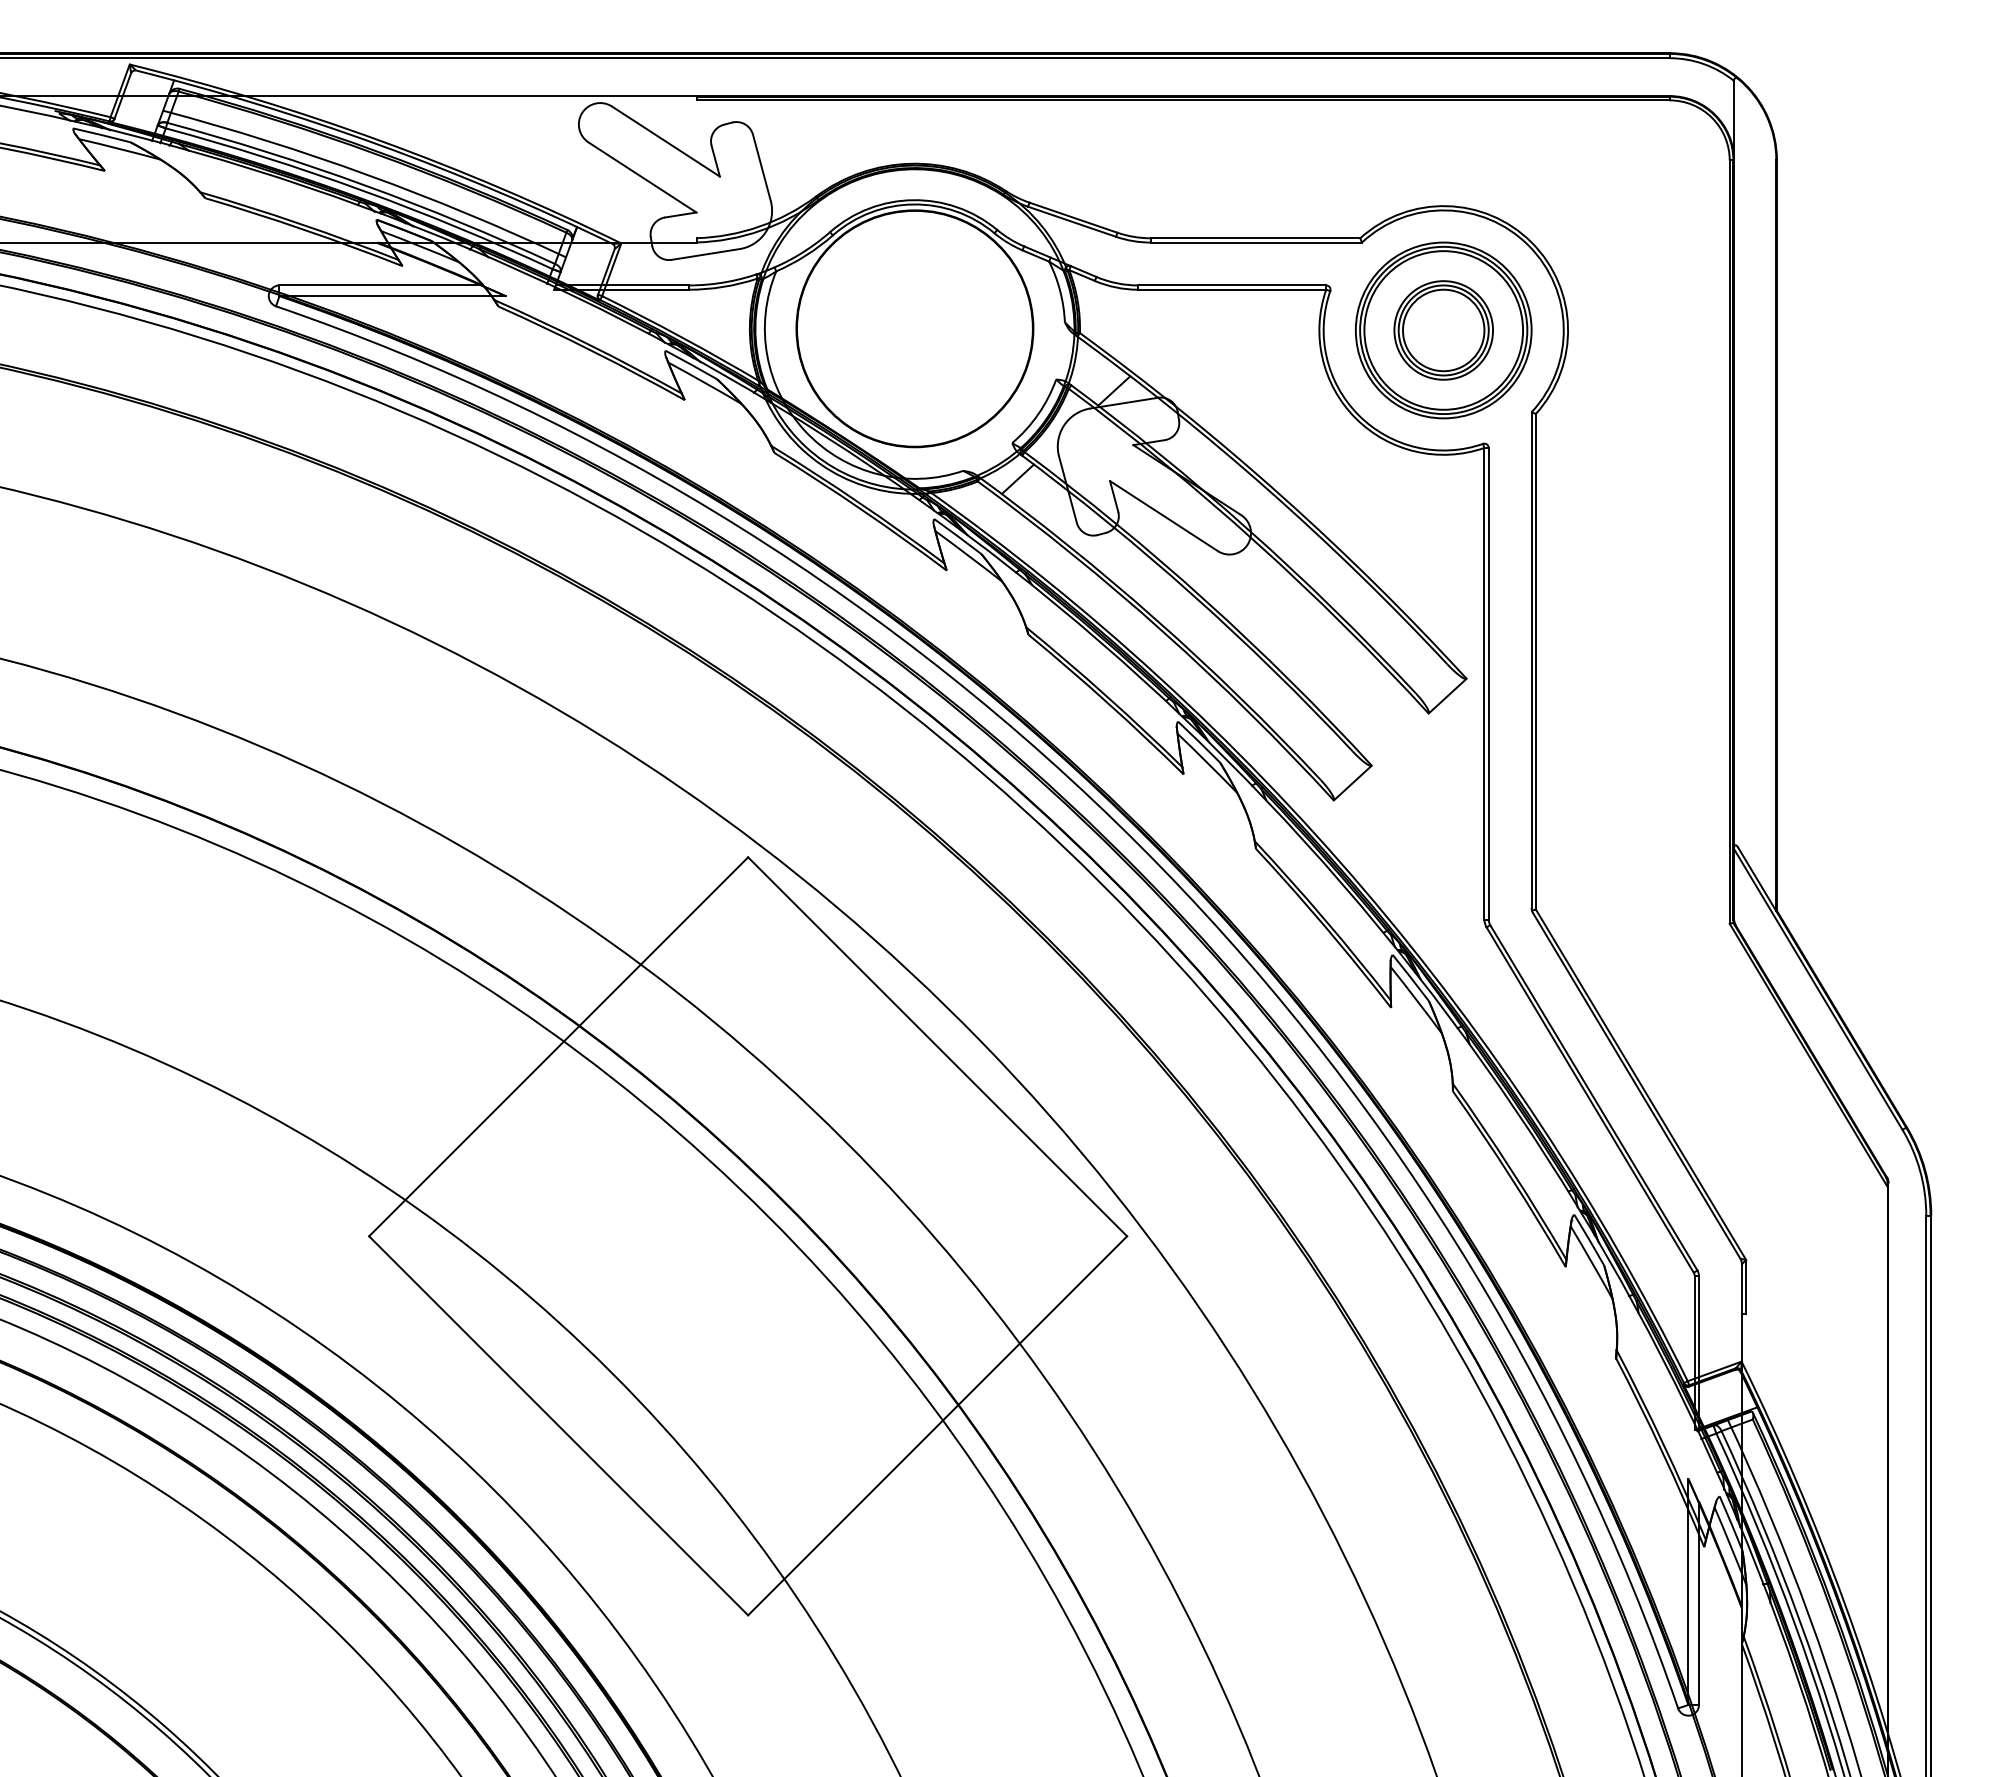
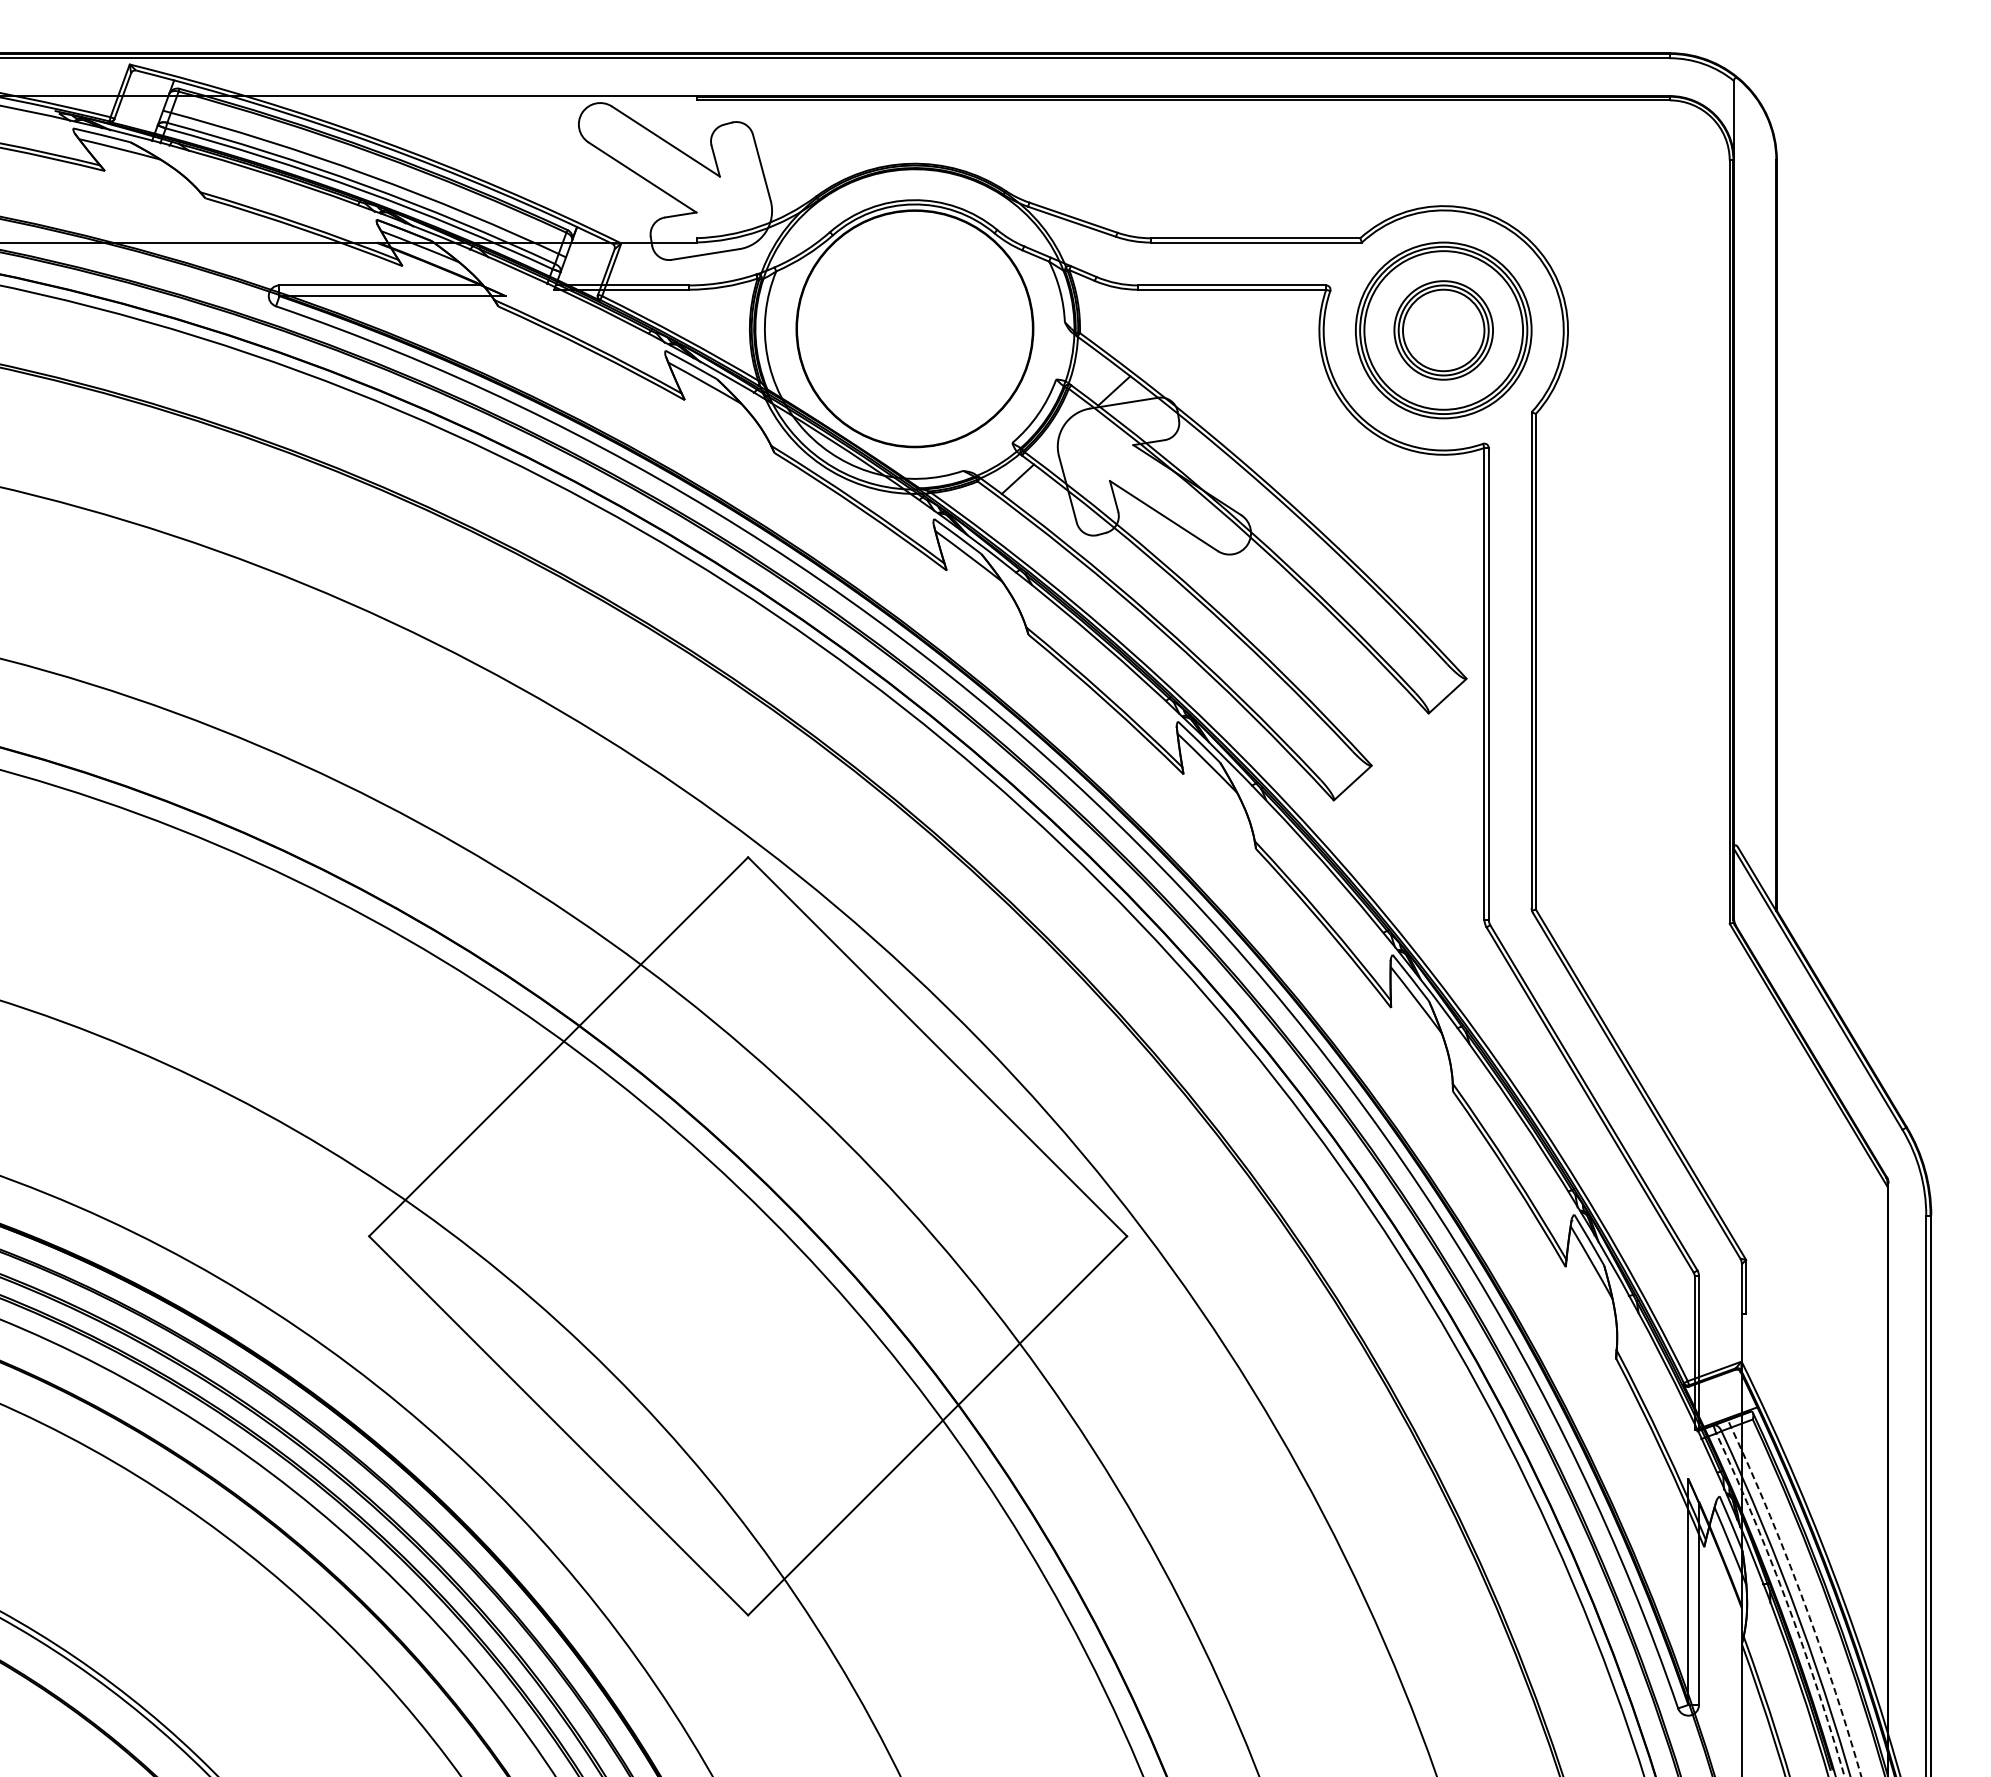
arc at (1801, 1594): solid -> dashed
arc at (1787, 1602): solid -> dashed
